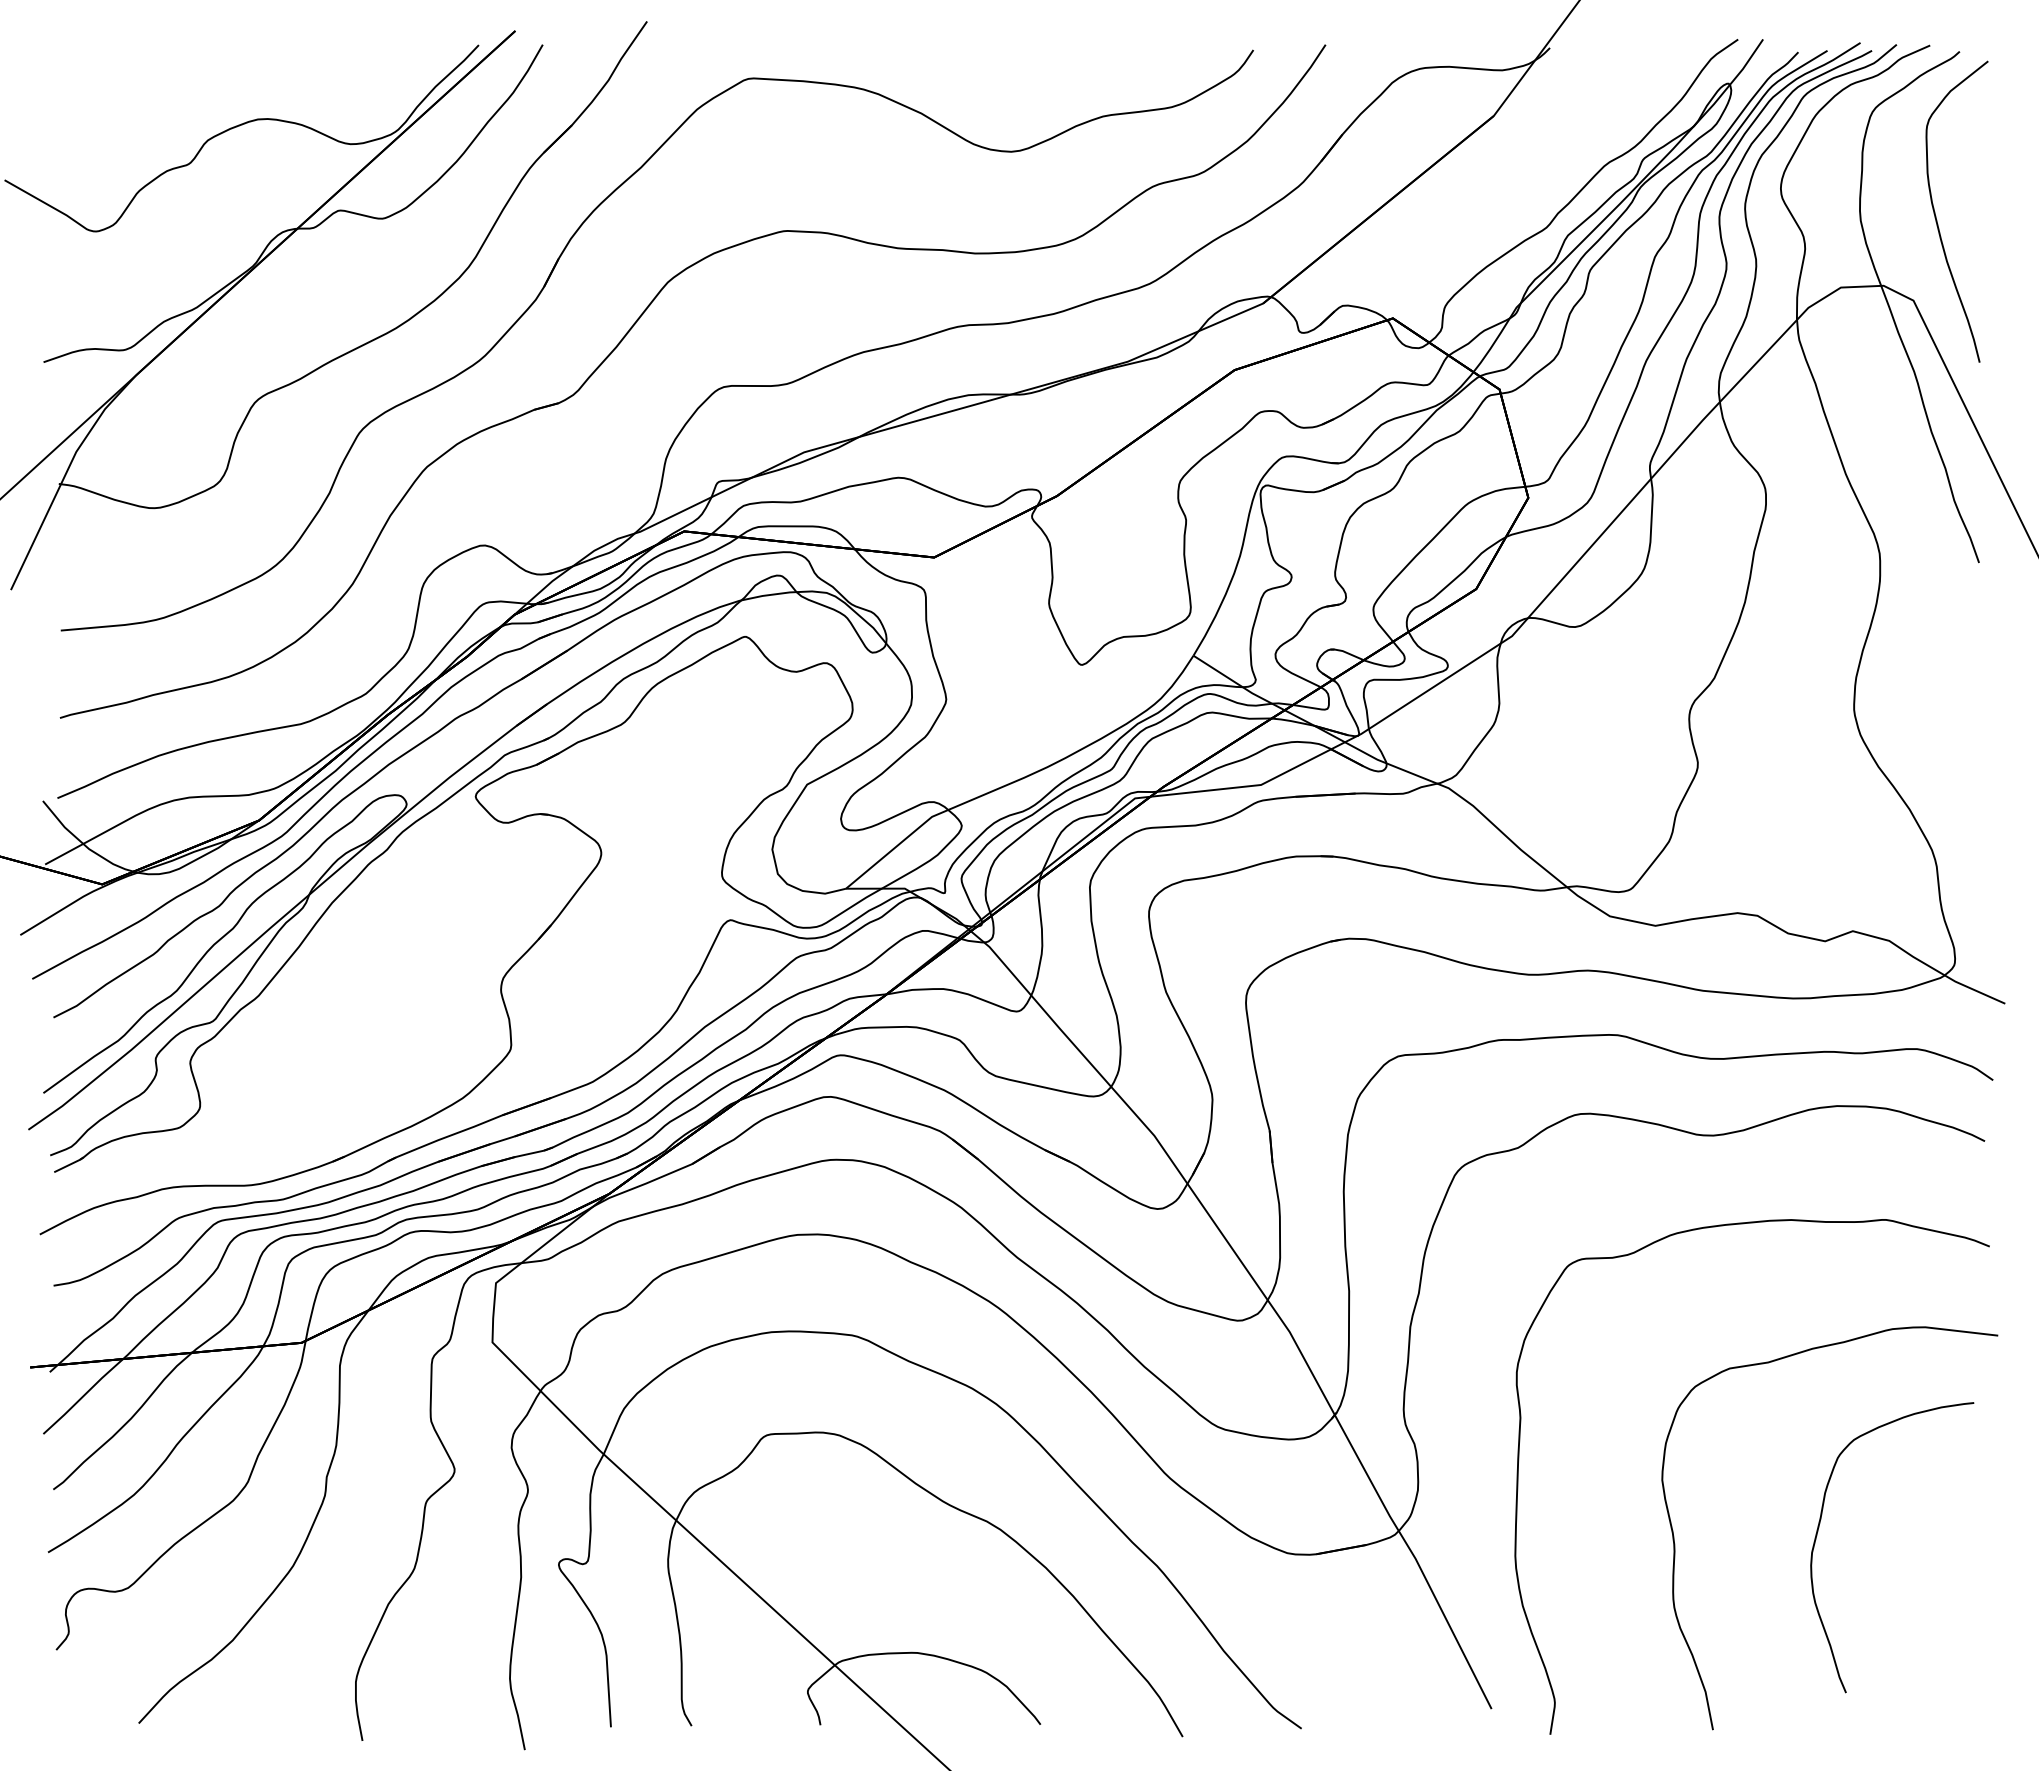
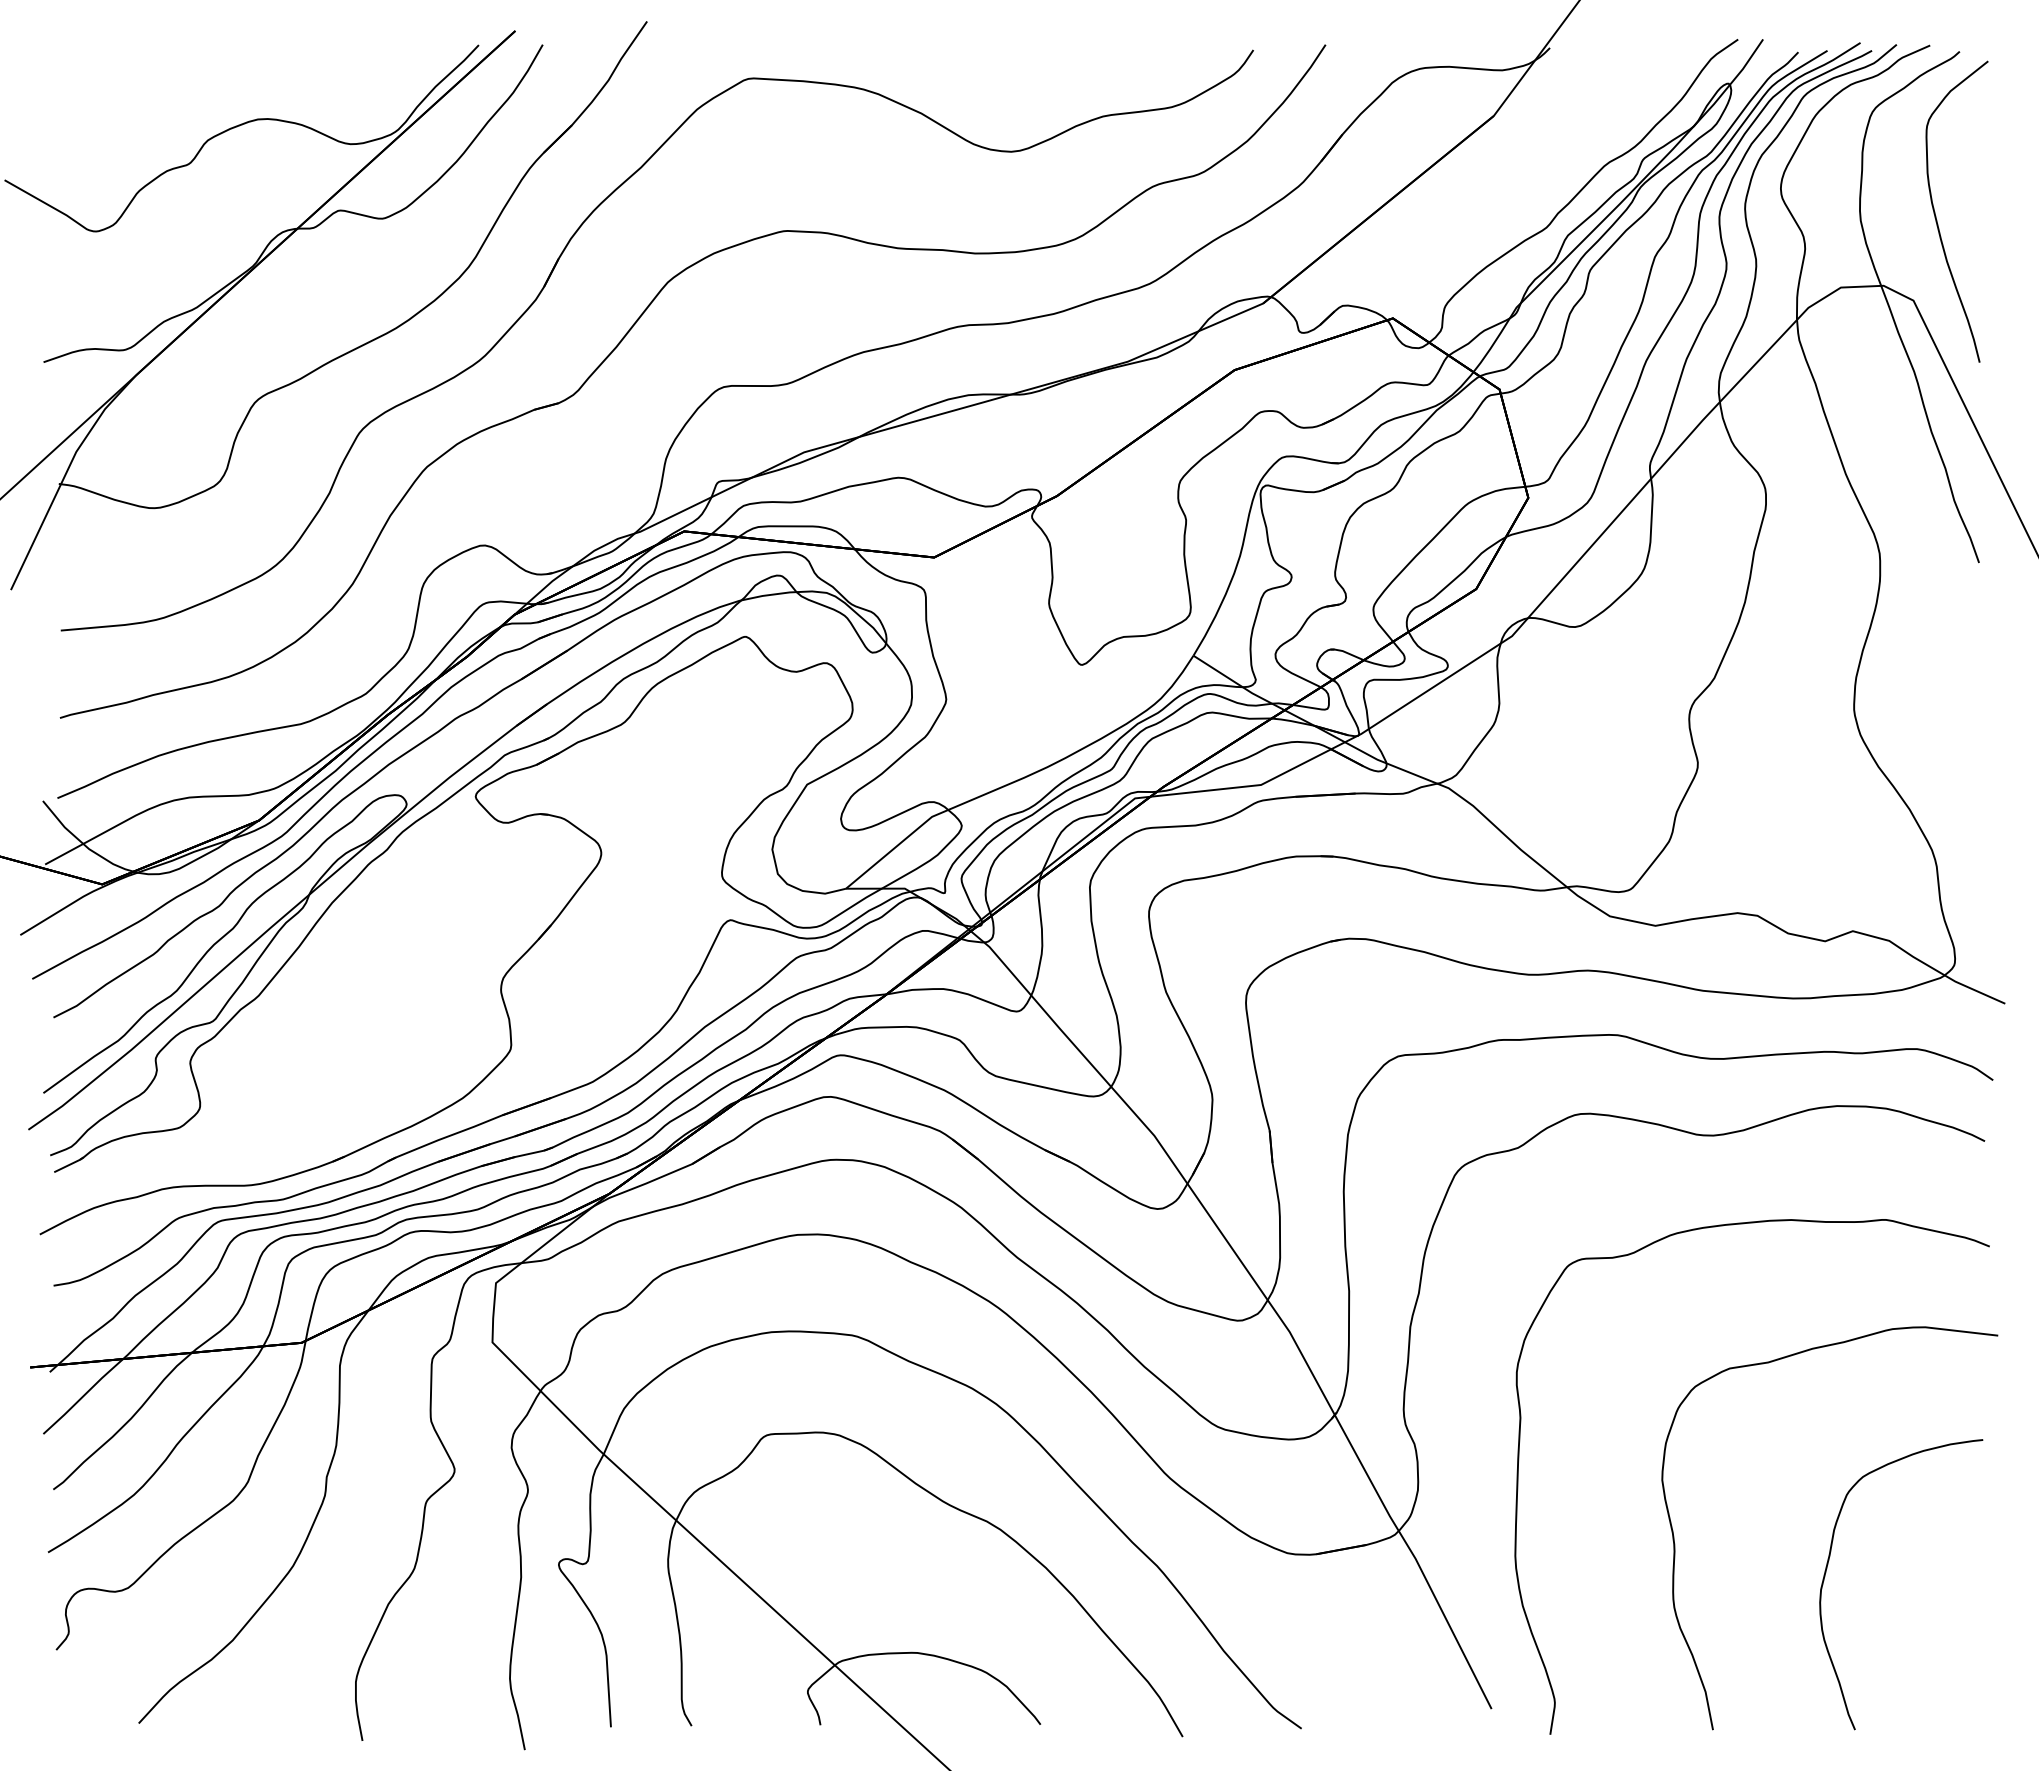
curve at (1819, 1527) position: (1819, 1527) -> (1828, 1564)
